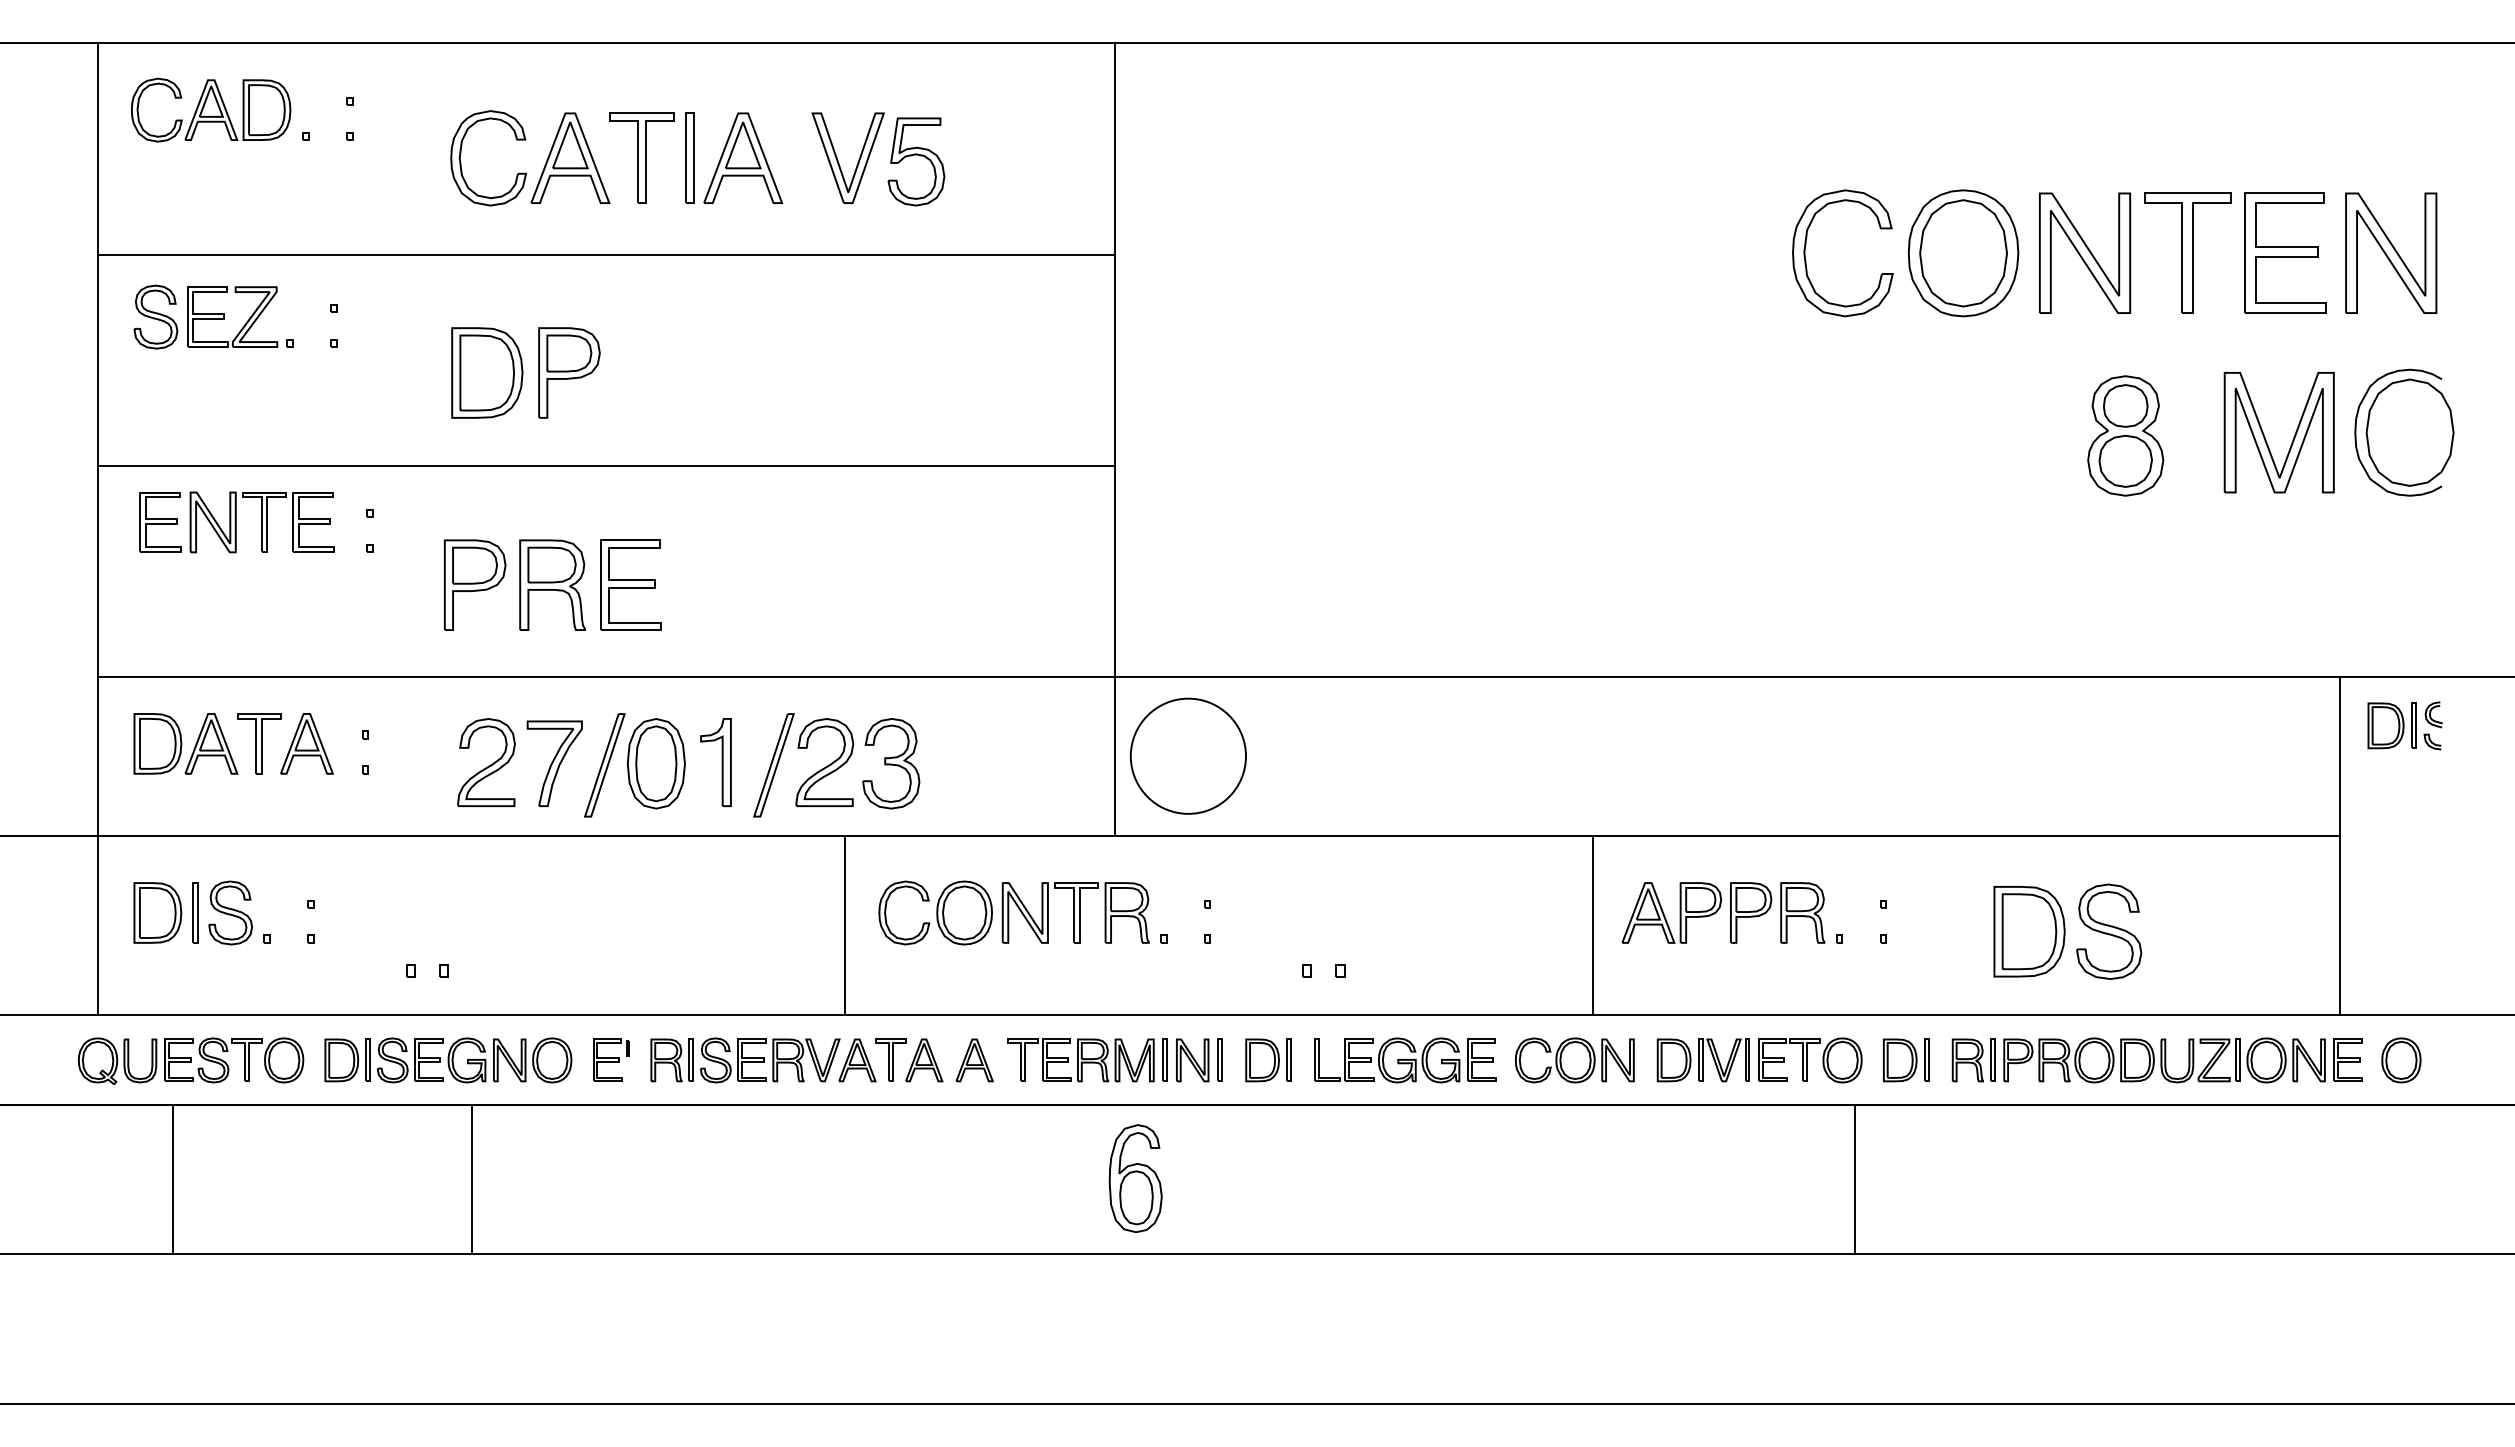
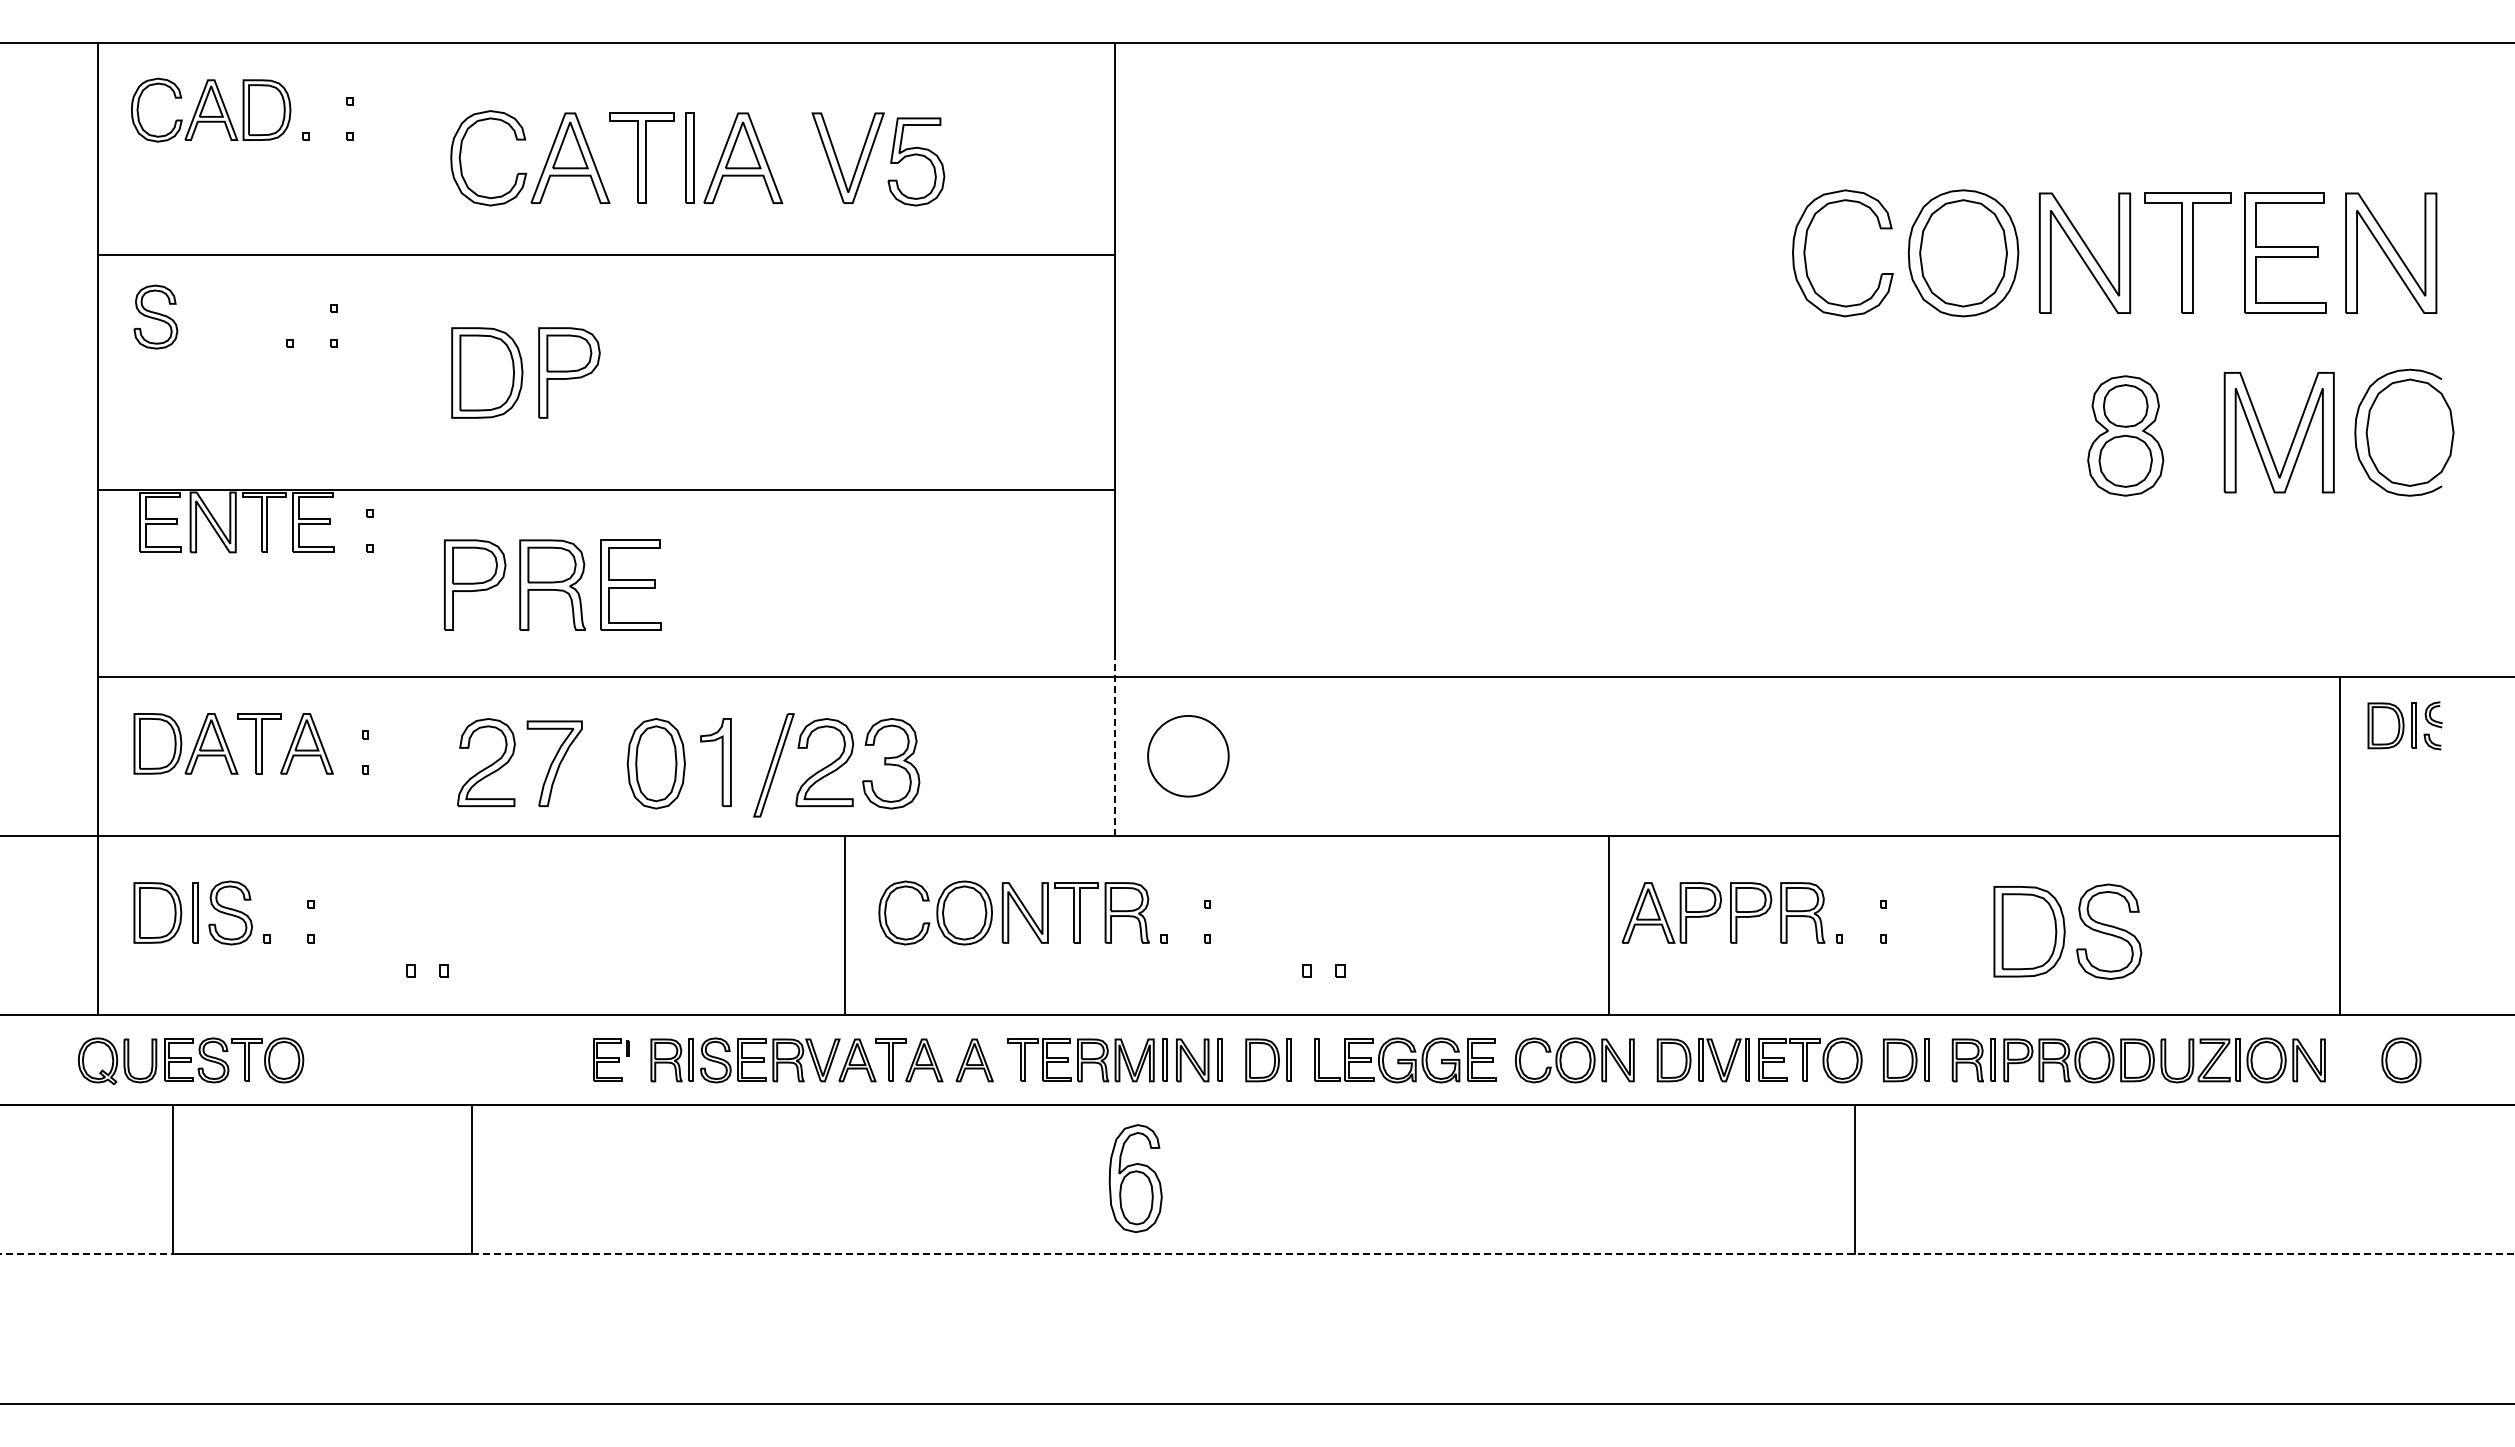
part at (224, 316): present -> none
line at (605, 465) position: (605, 465) -> (605, 489)
line at (1114, 744): solid -> dashed
circle at (1188, 755) diameter: 115 px -> 81 px
part at (604, 765): present -> none
line at (1592, 925) position: (1592, 925) -> (1608, 925)
part at (2347, 1059): present -> none
part at (448, 1060): present -> none
line at (86, 1254): solid -> dashed
line at (1493, 1254): solid -> dashed
